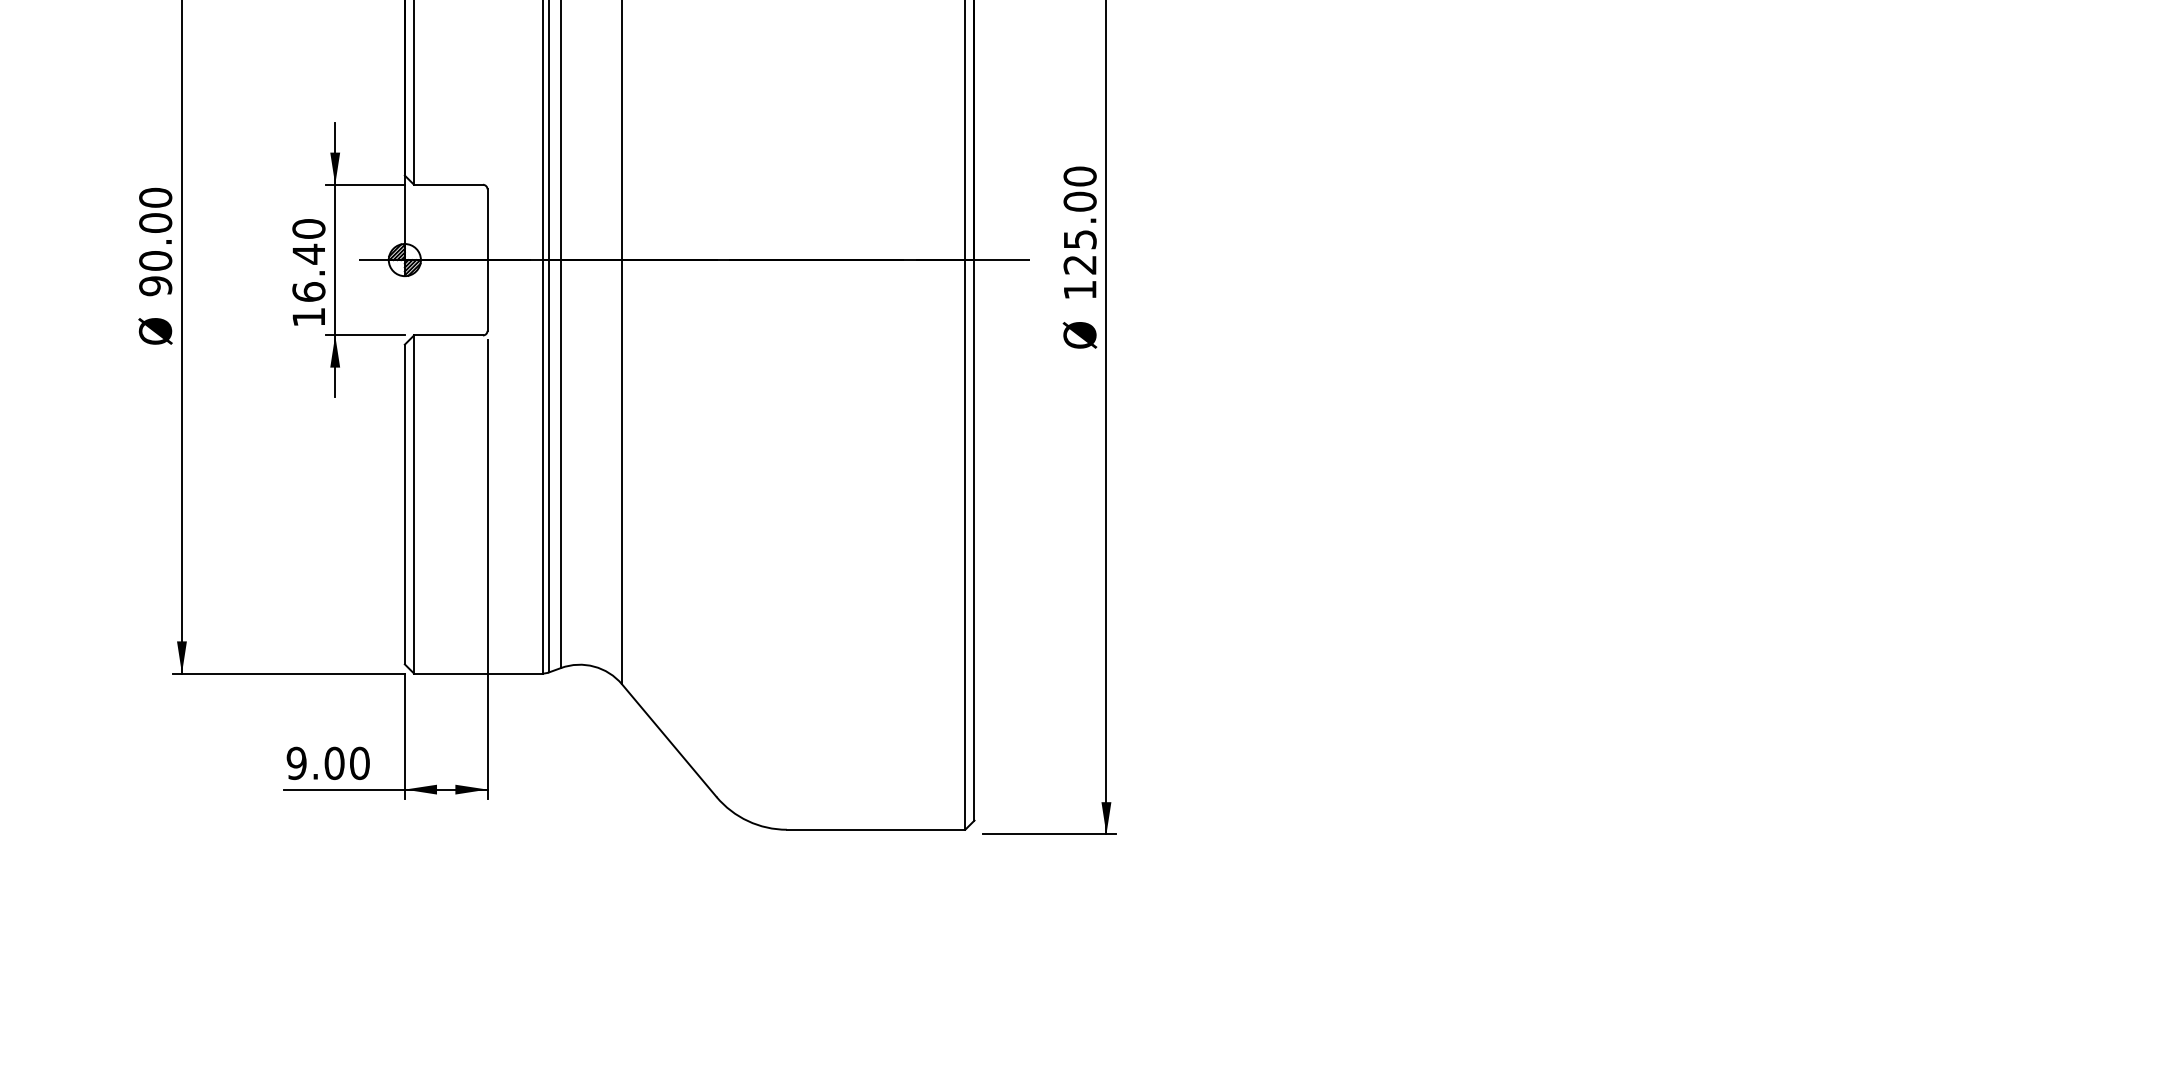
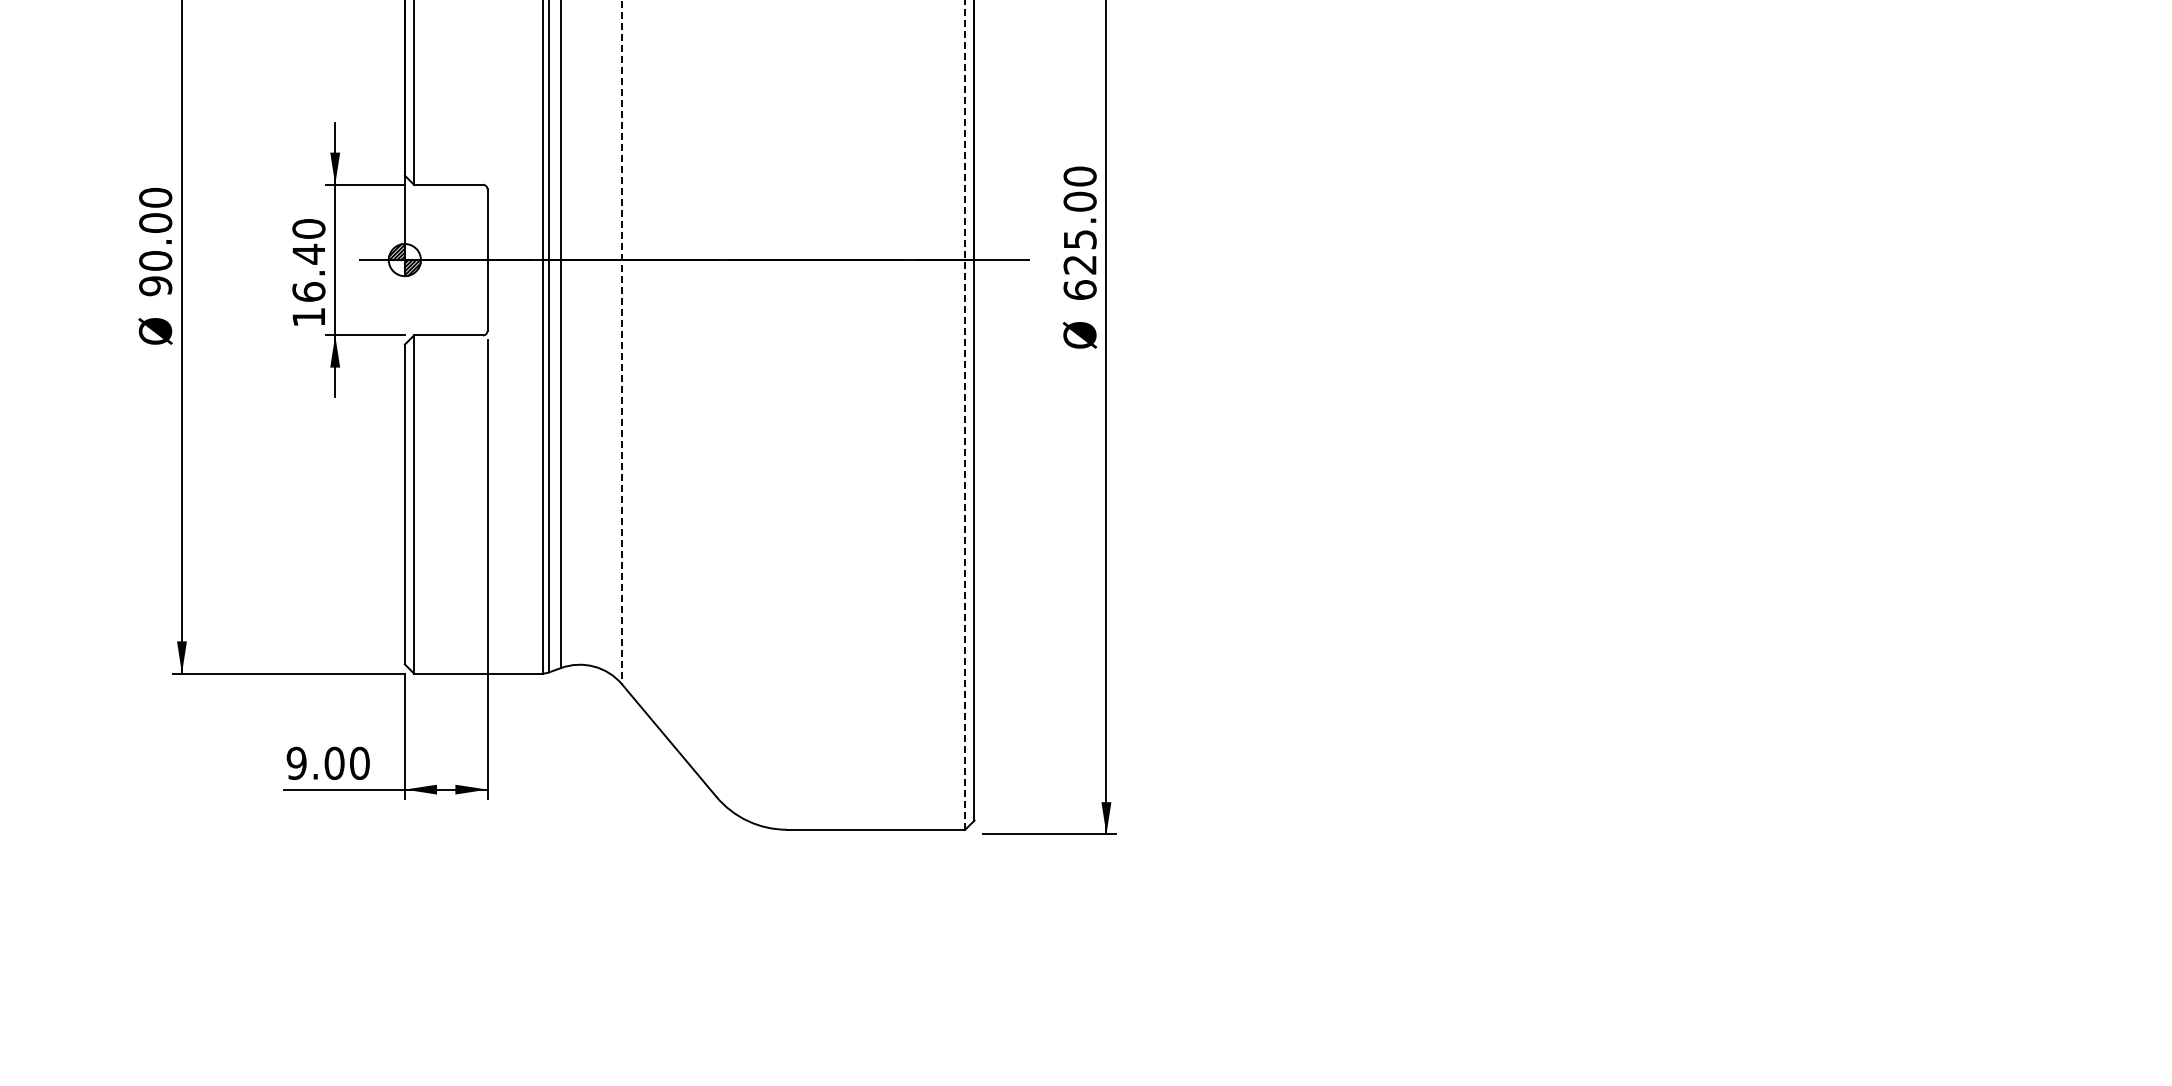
text at (1079, 289): 125.00 -> 625.00
line at (622, 342): solid -> dashed
line at (965, 415): solid -> dashed
